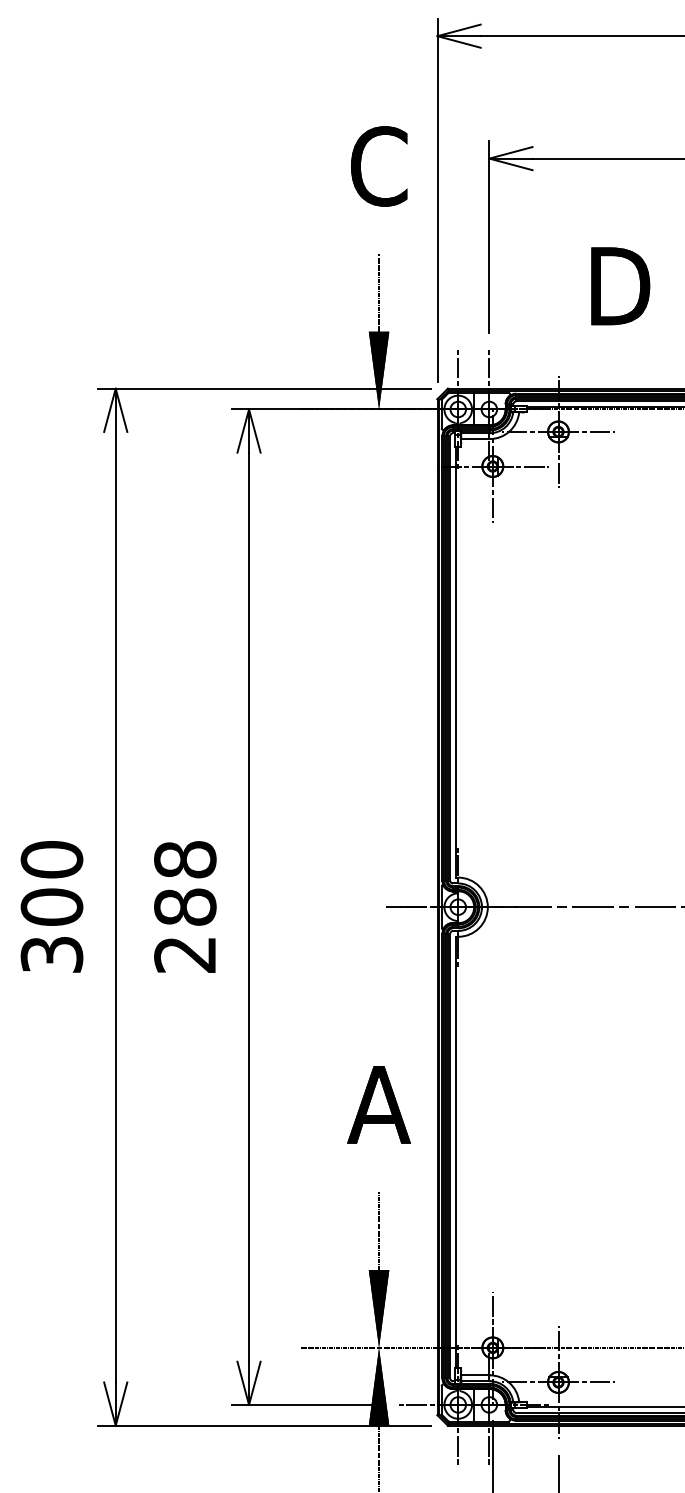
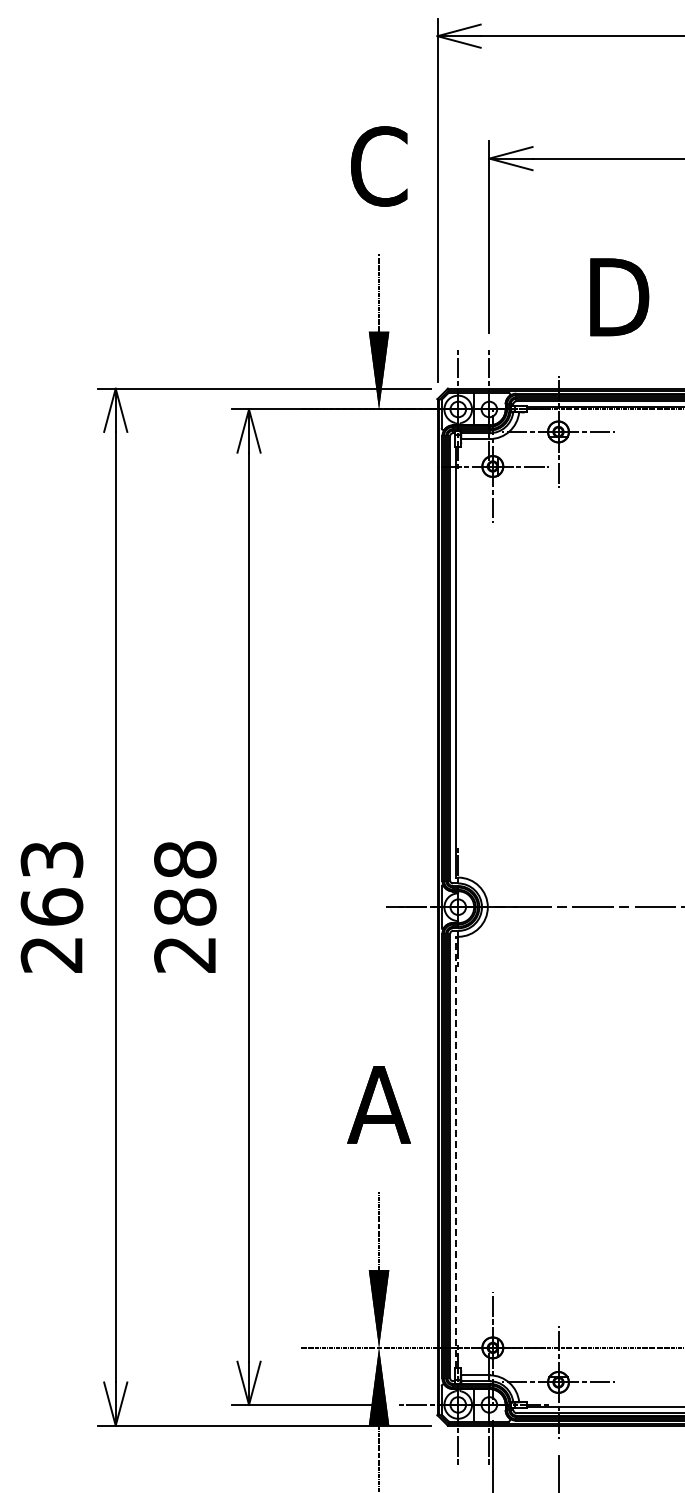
text at (620, 286) position: (620, 286) -> (619, 297)
text at (51, 906): 300 -> 263
line at (456, 1151): solid -> dashed
